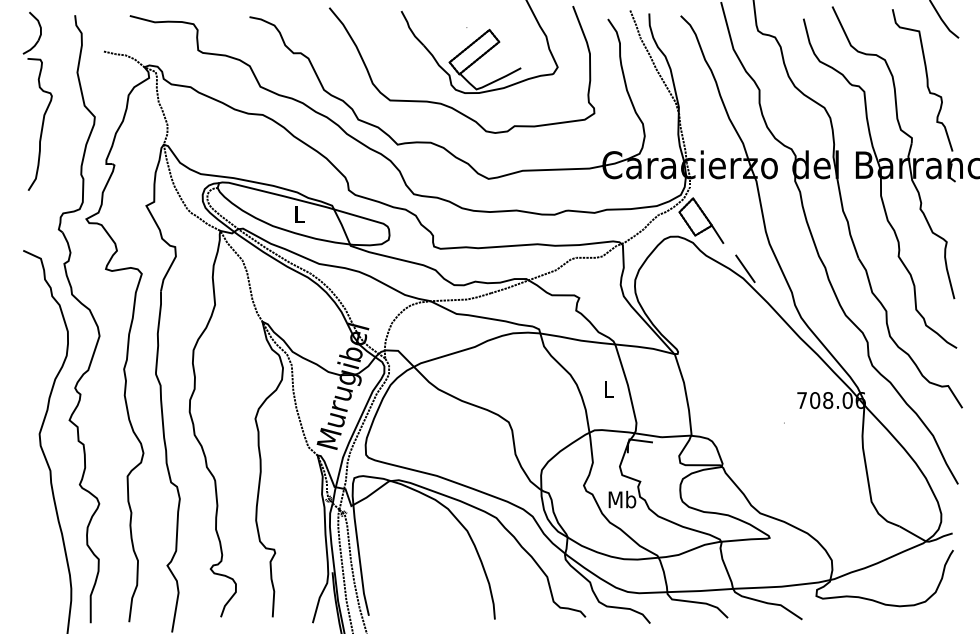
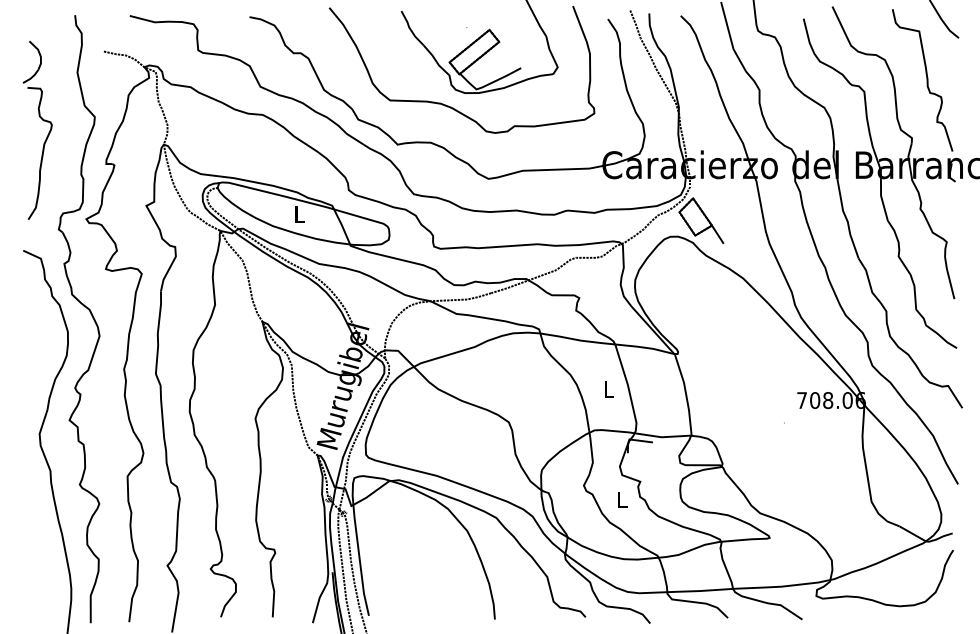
part at (43, 92) position: (43, 92) -> (43, 121)
line at (745, 268): present -> none
text at (622, 499): Mb -> L
